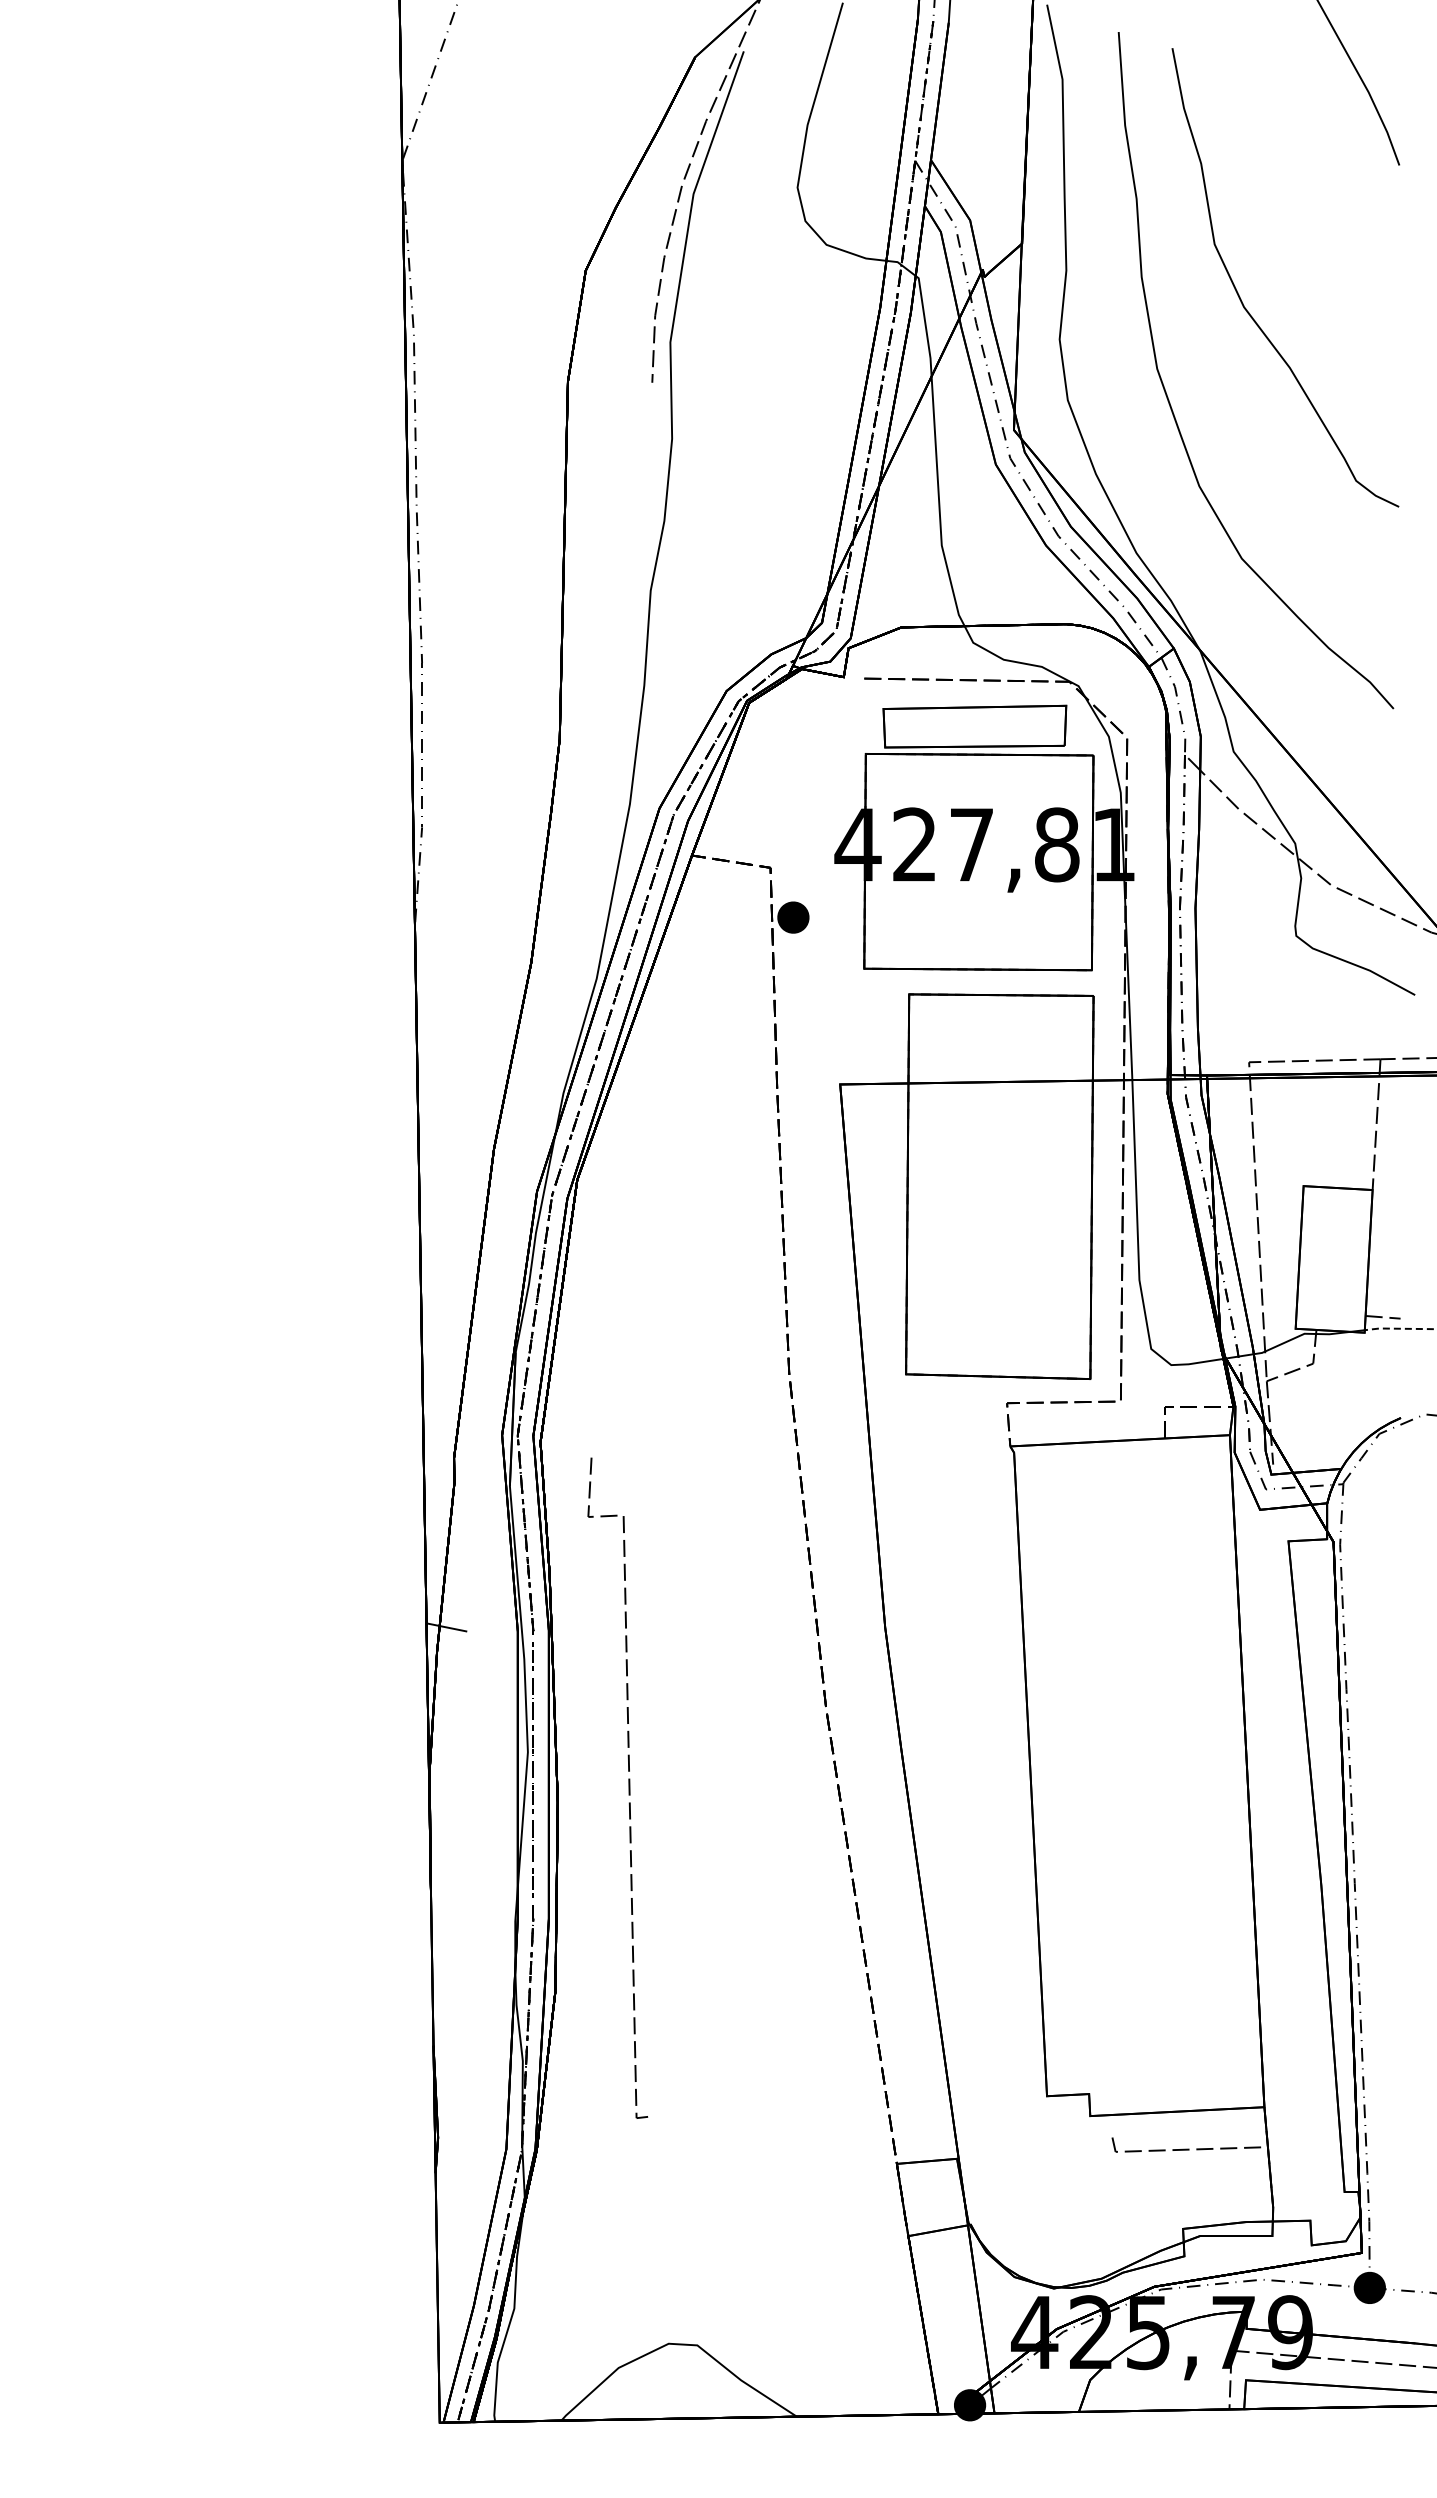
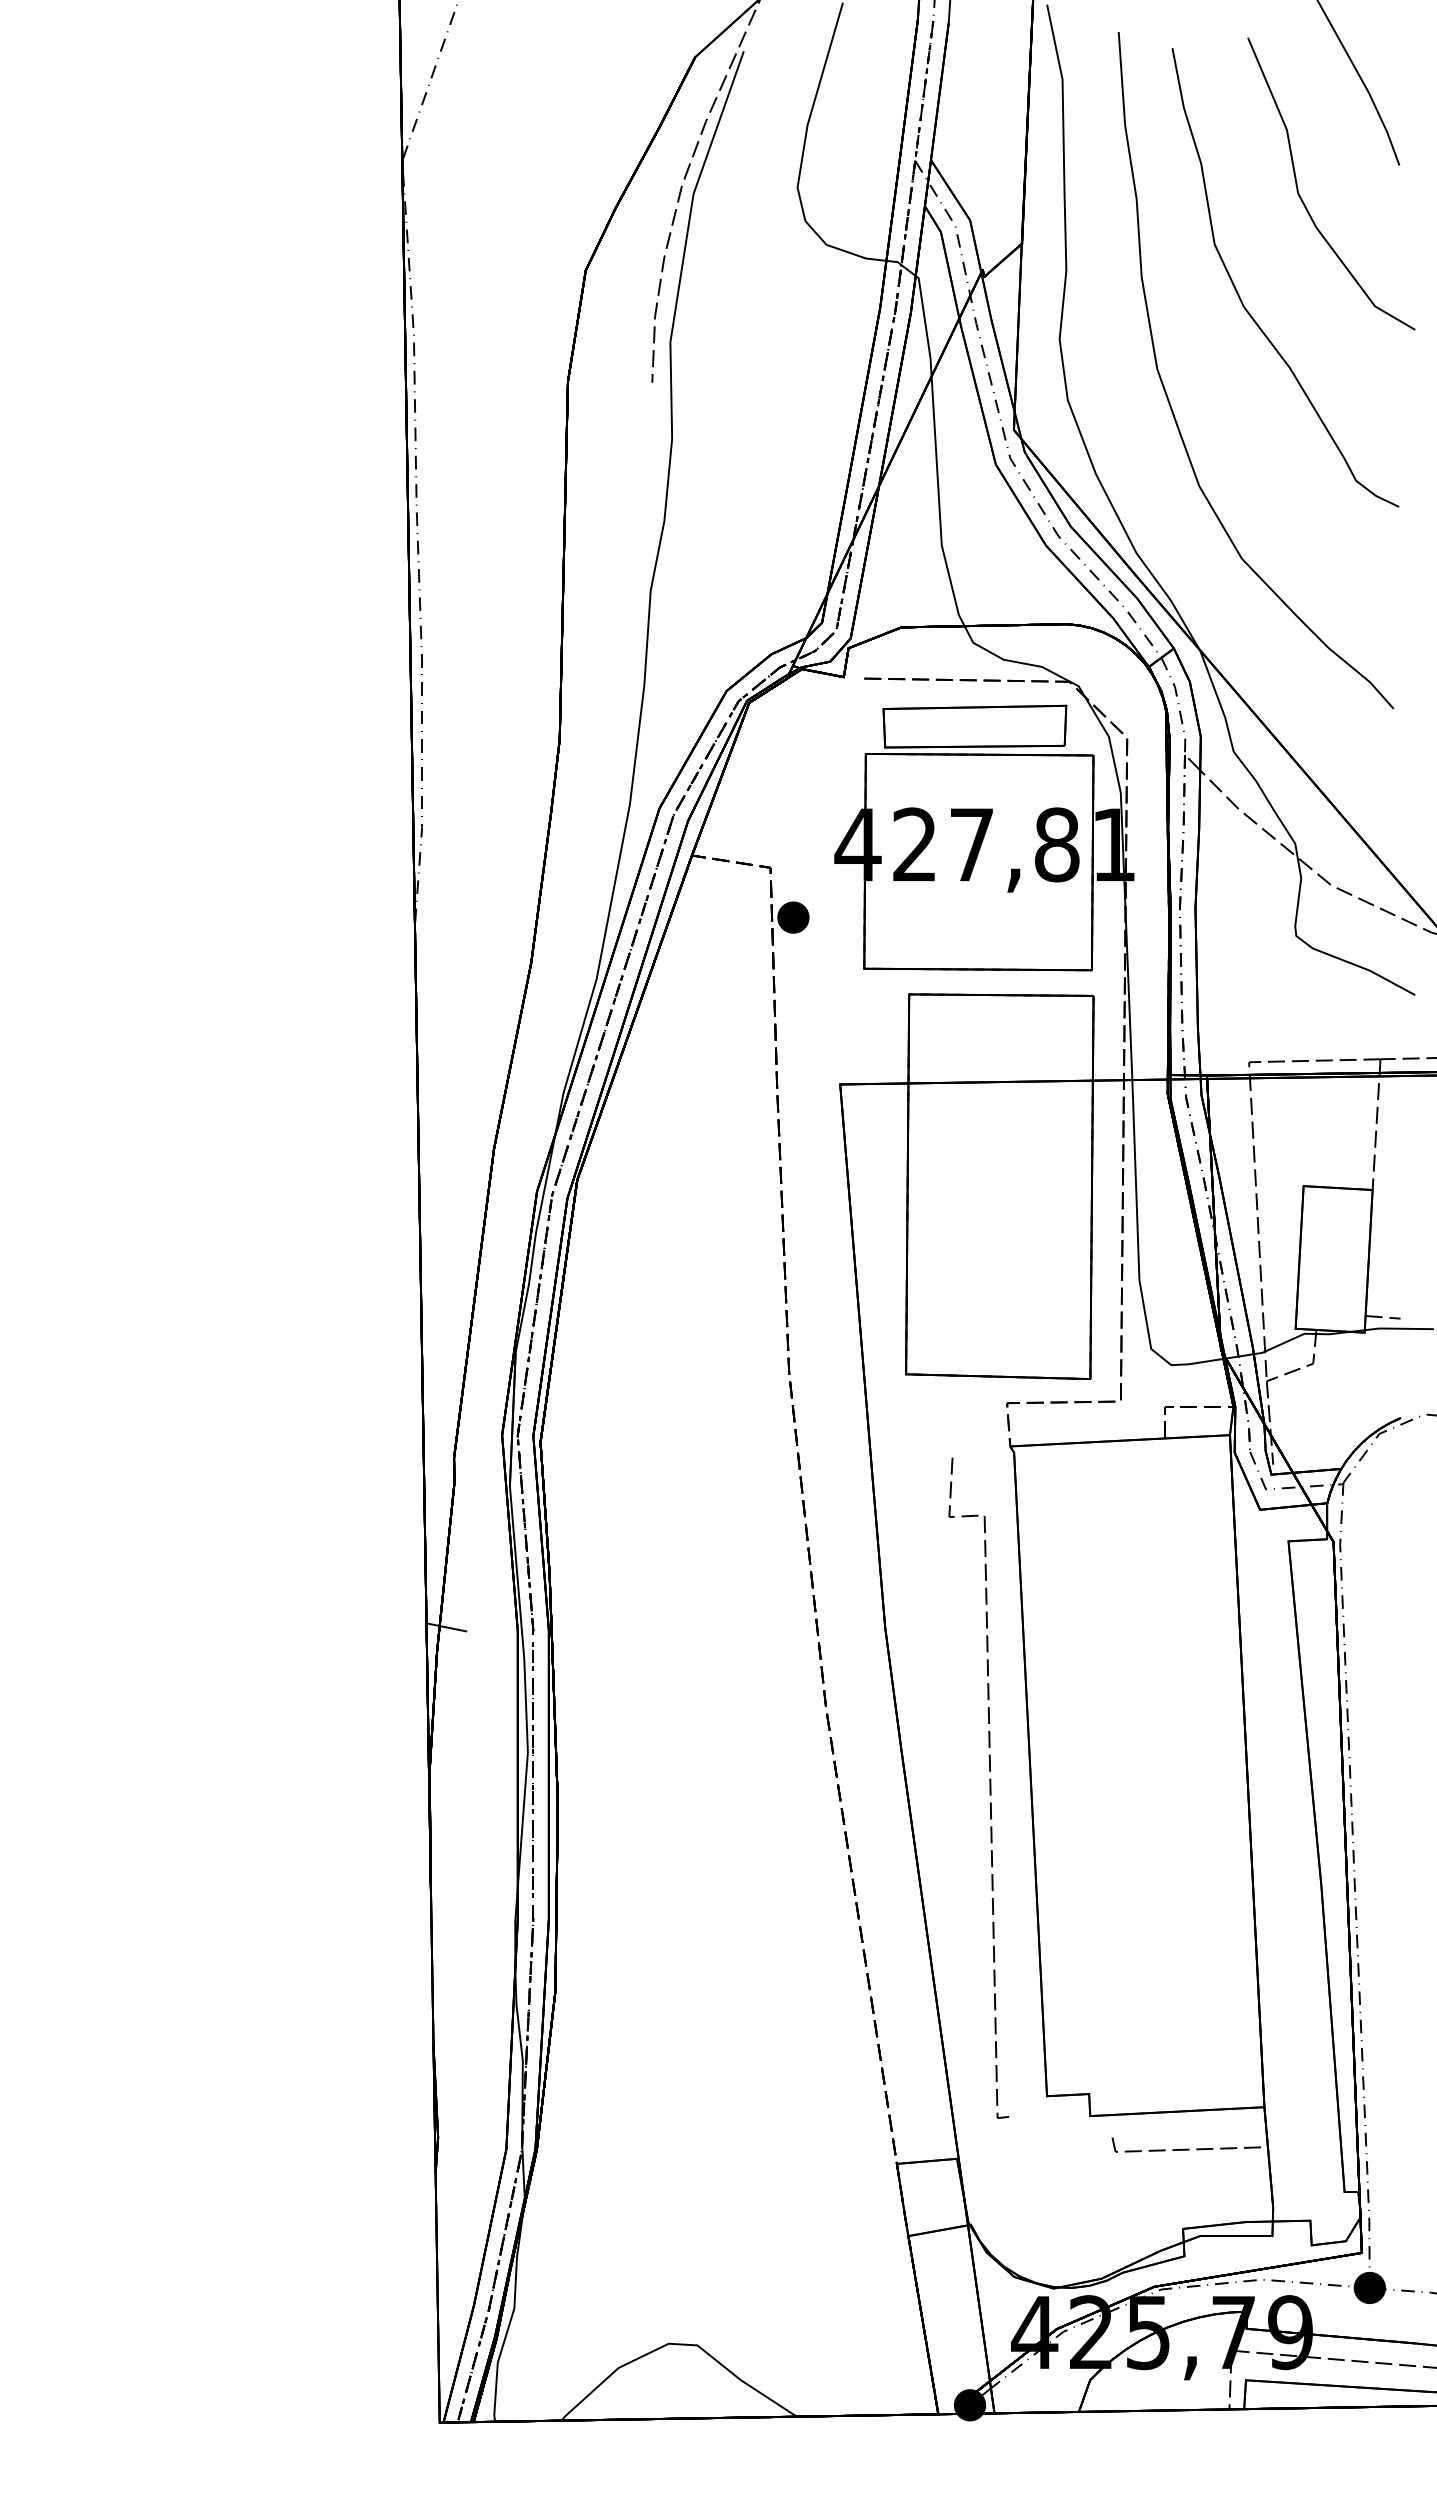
curve at (1301, 197): none -> present
line at (1398, 1328): dashed -> solid
line at (628, 1787) position: (628, 1787) -> (989, 1787)
